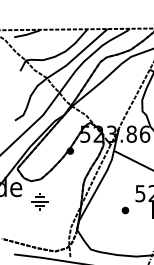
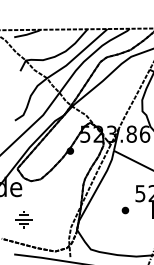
part at (39, 201) position: (39, 201) -> (23, 219)
